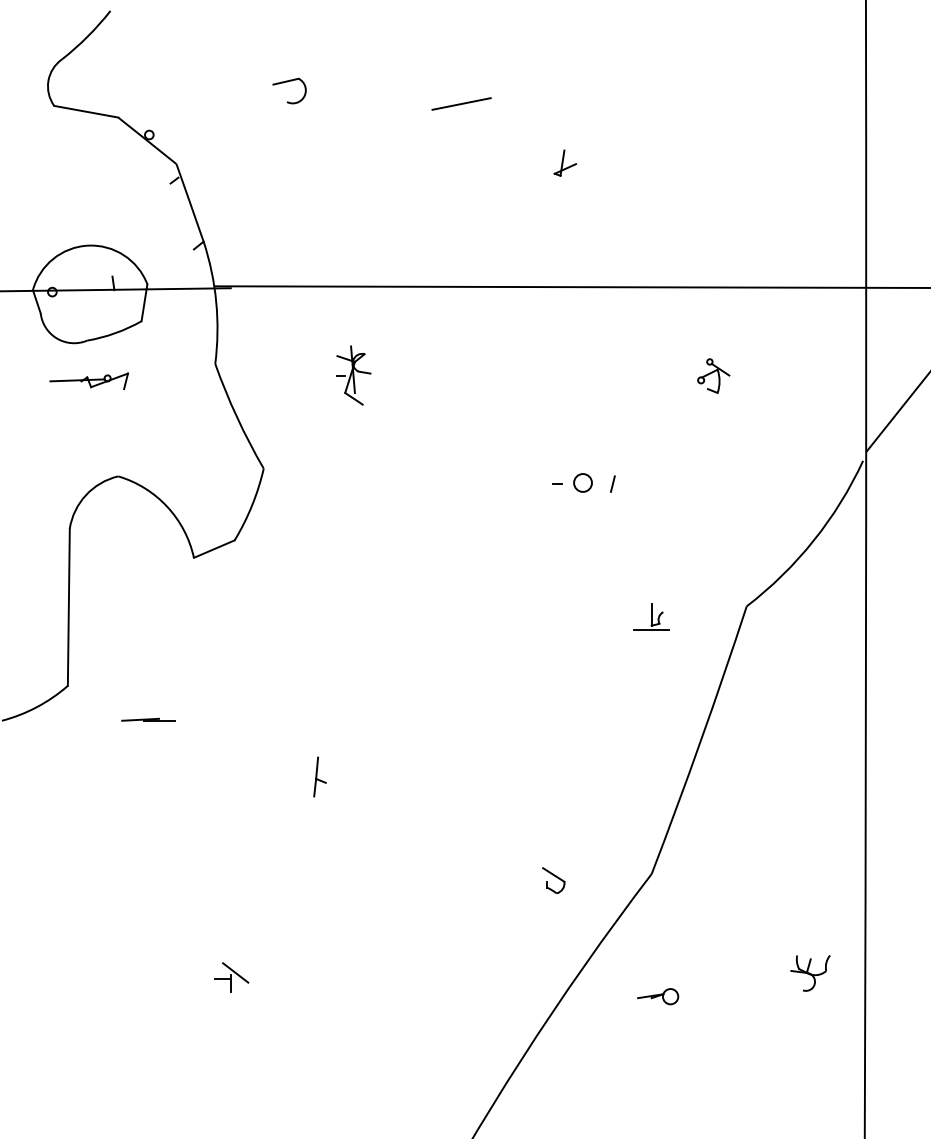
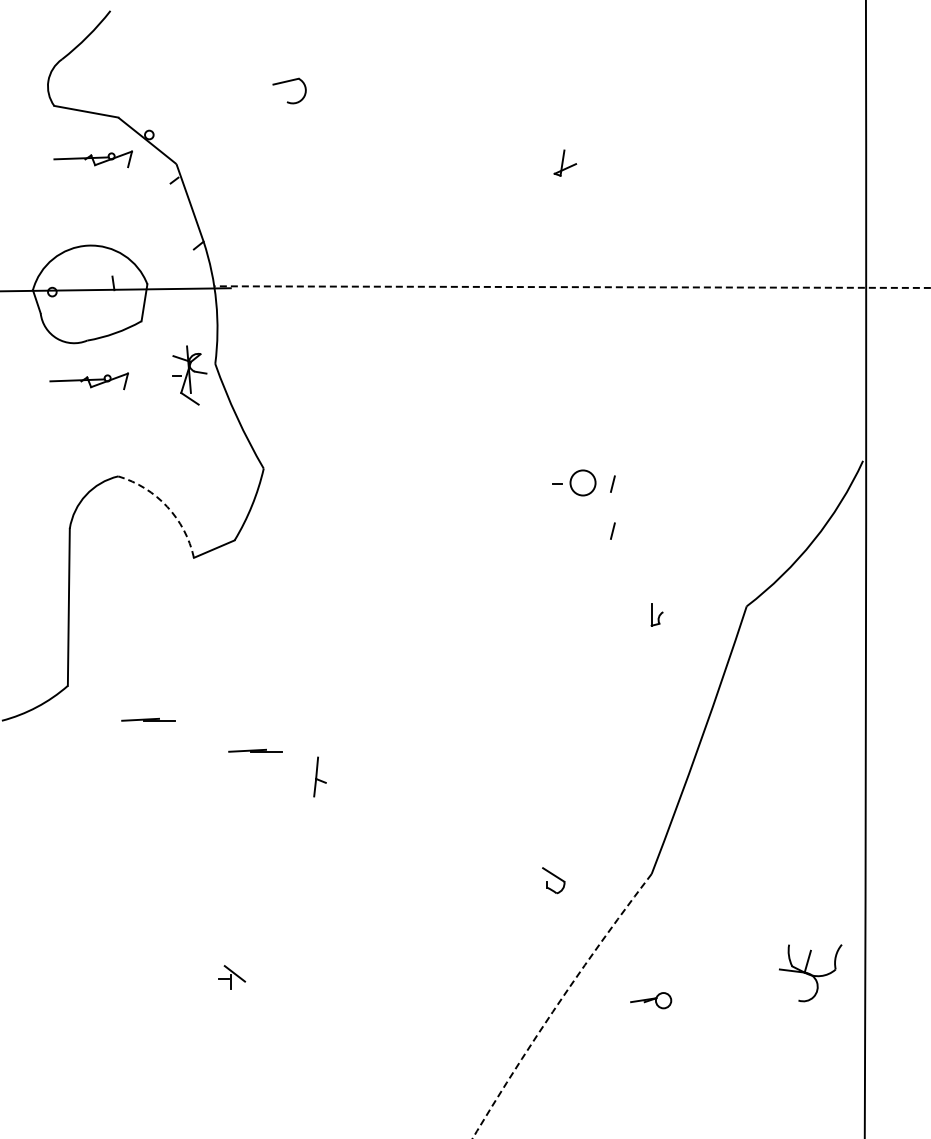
line at (461, 103): present -> none
part at (92, 159): none -> present
line at (572, 287): solid -> dashed
part at (353, 375) position: (353, 375) -> (189, 375)
part at (713, 375): present -> none
line at (896, 412): present -> none
circle at (582, 482) size: 20x20 px -> 28x28 px
arc at (167, 506): solid -> dashed
line at (612, 530): none -> present
line at (651, 629): present -> none
part at (255, 750): none -> present
part at (810, 973) size: 41x37 px -> 64x59 px
part at (231, 977) size: 36x31 px -> 29x25 px
part at (658, 996) position: (658, 996) -> (651, 1000)
arc at (557, 1004): solid -> dashed
